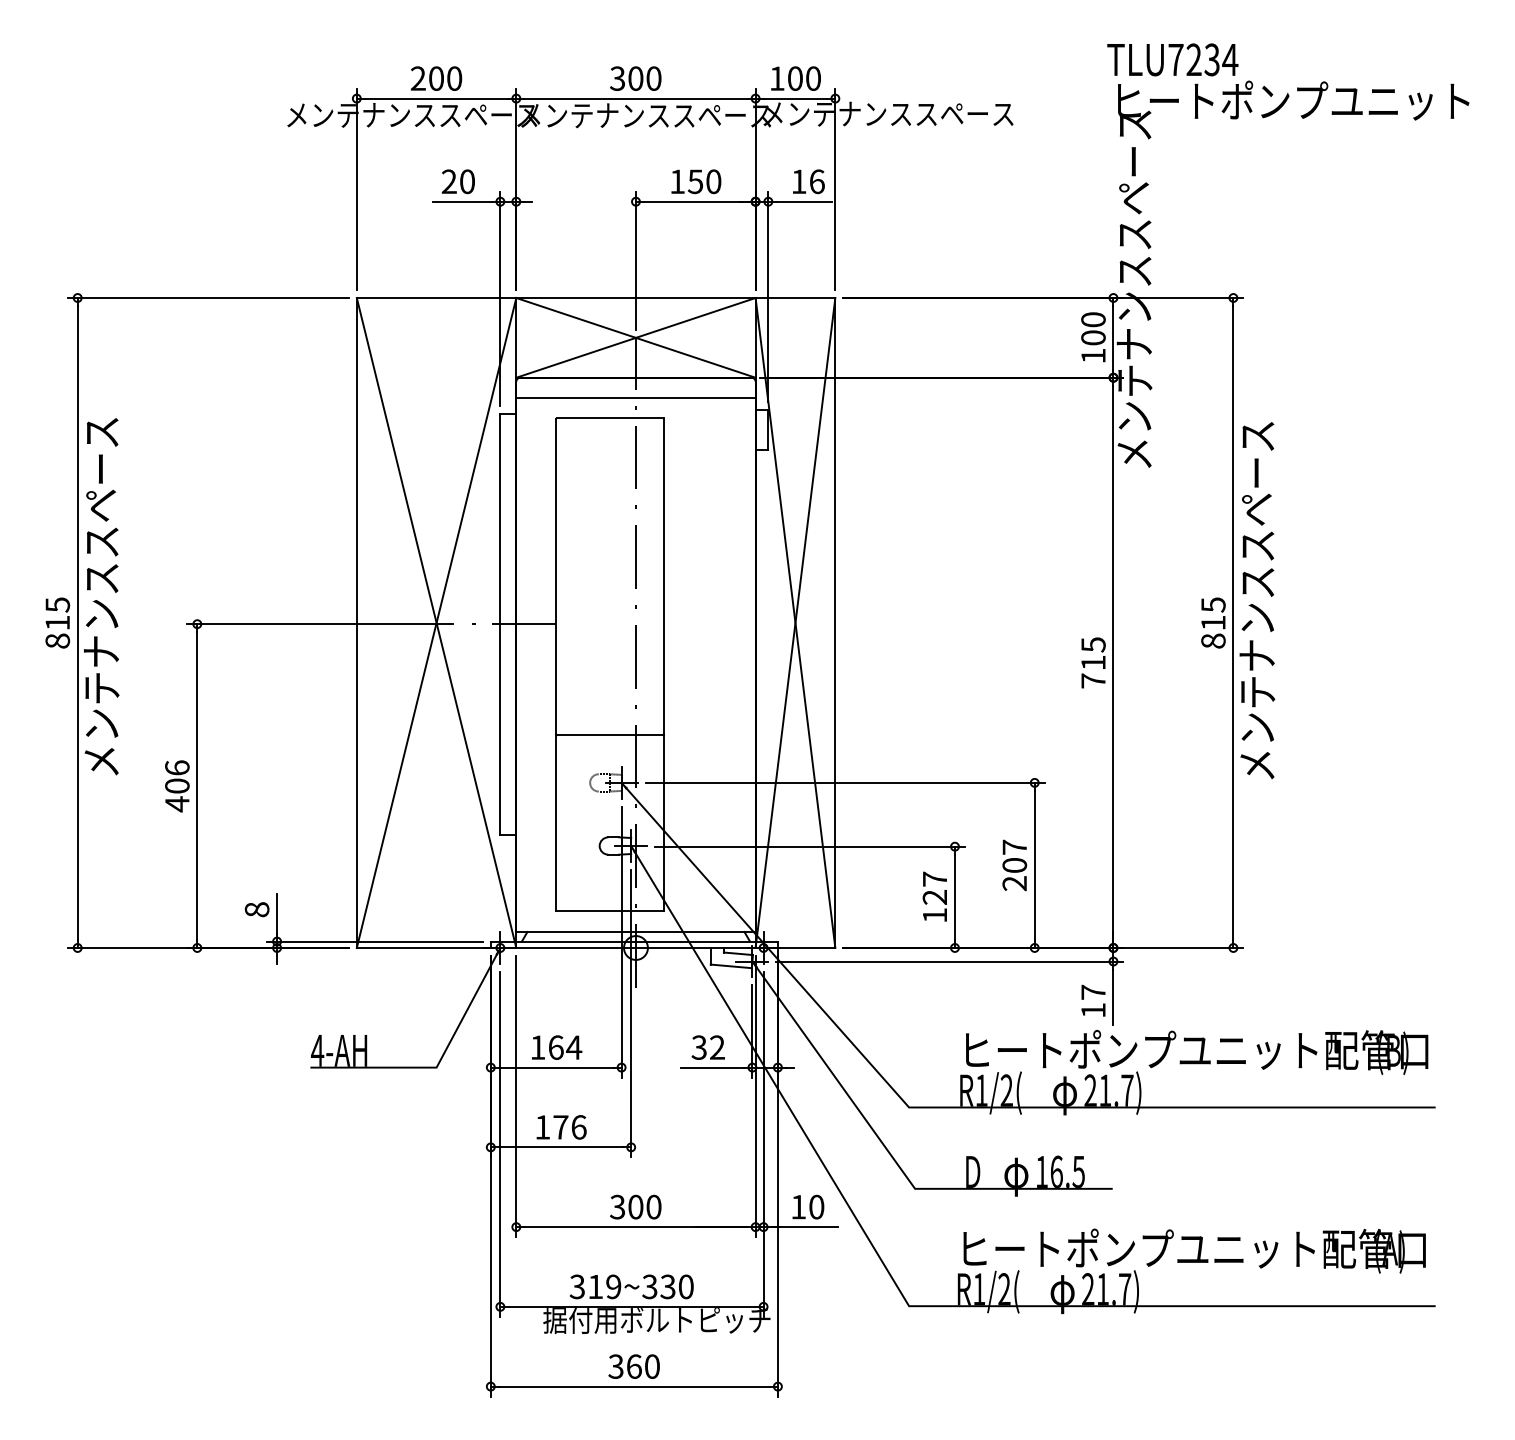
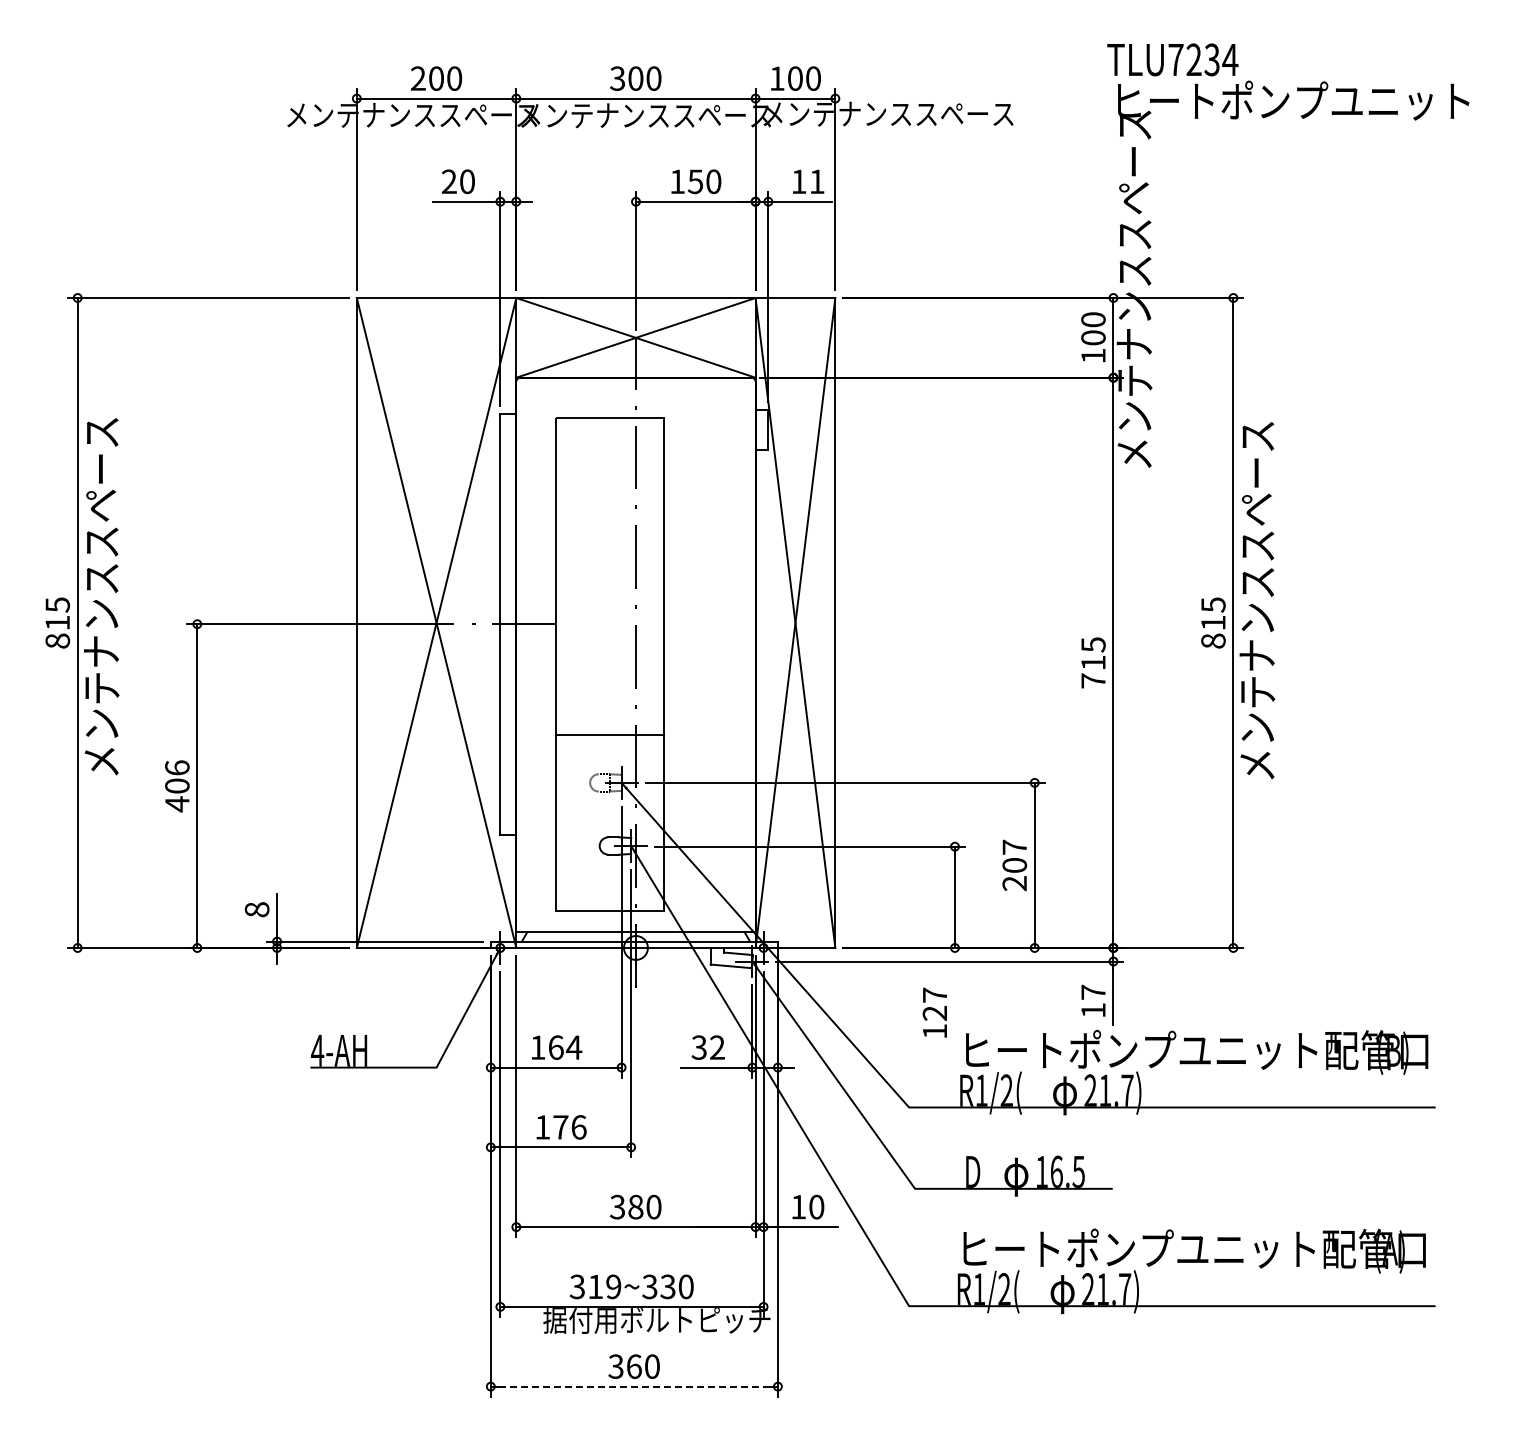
text at (817, 181): 16 -> 11
line at (635, 397): present -> none
text at (934, 896) position: (934, 896) -> (934, 1012)
text at (635, 1207): 300 -> 380
line at (634, 1386): solid -> dashed
